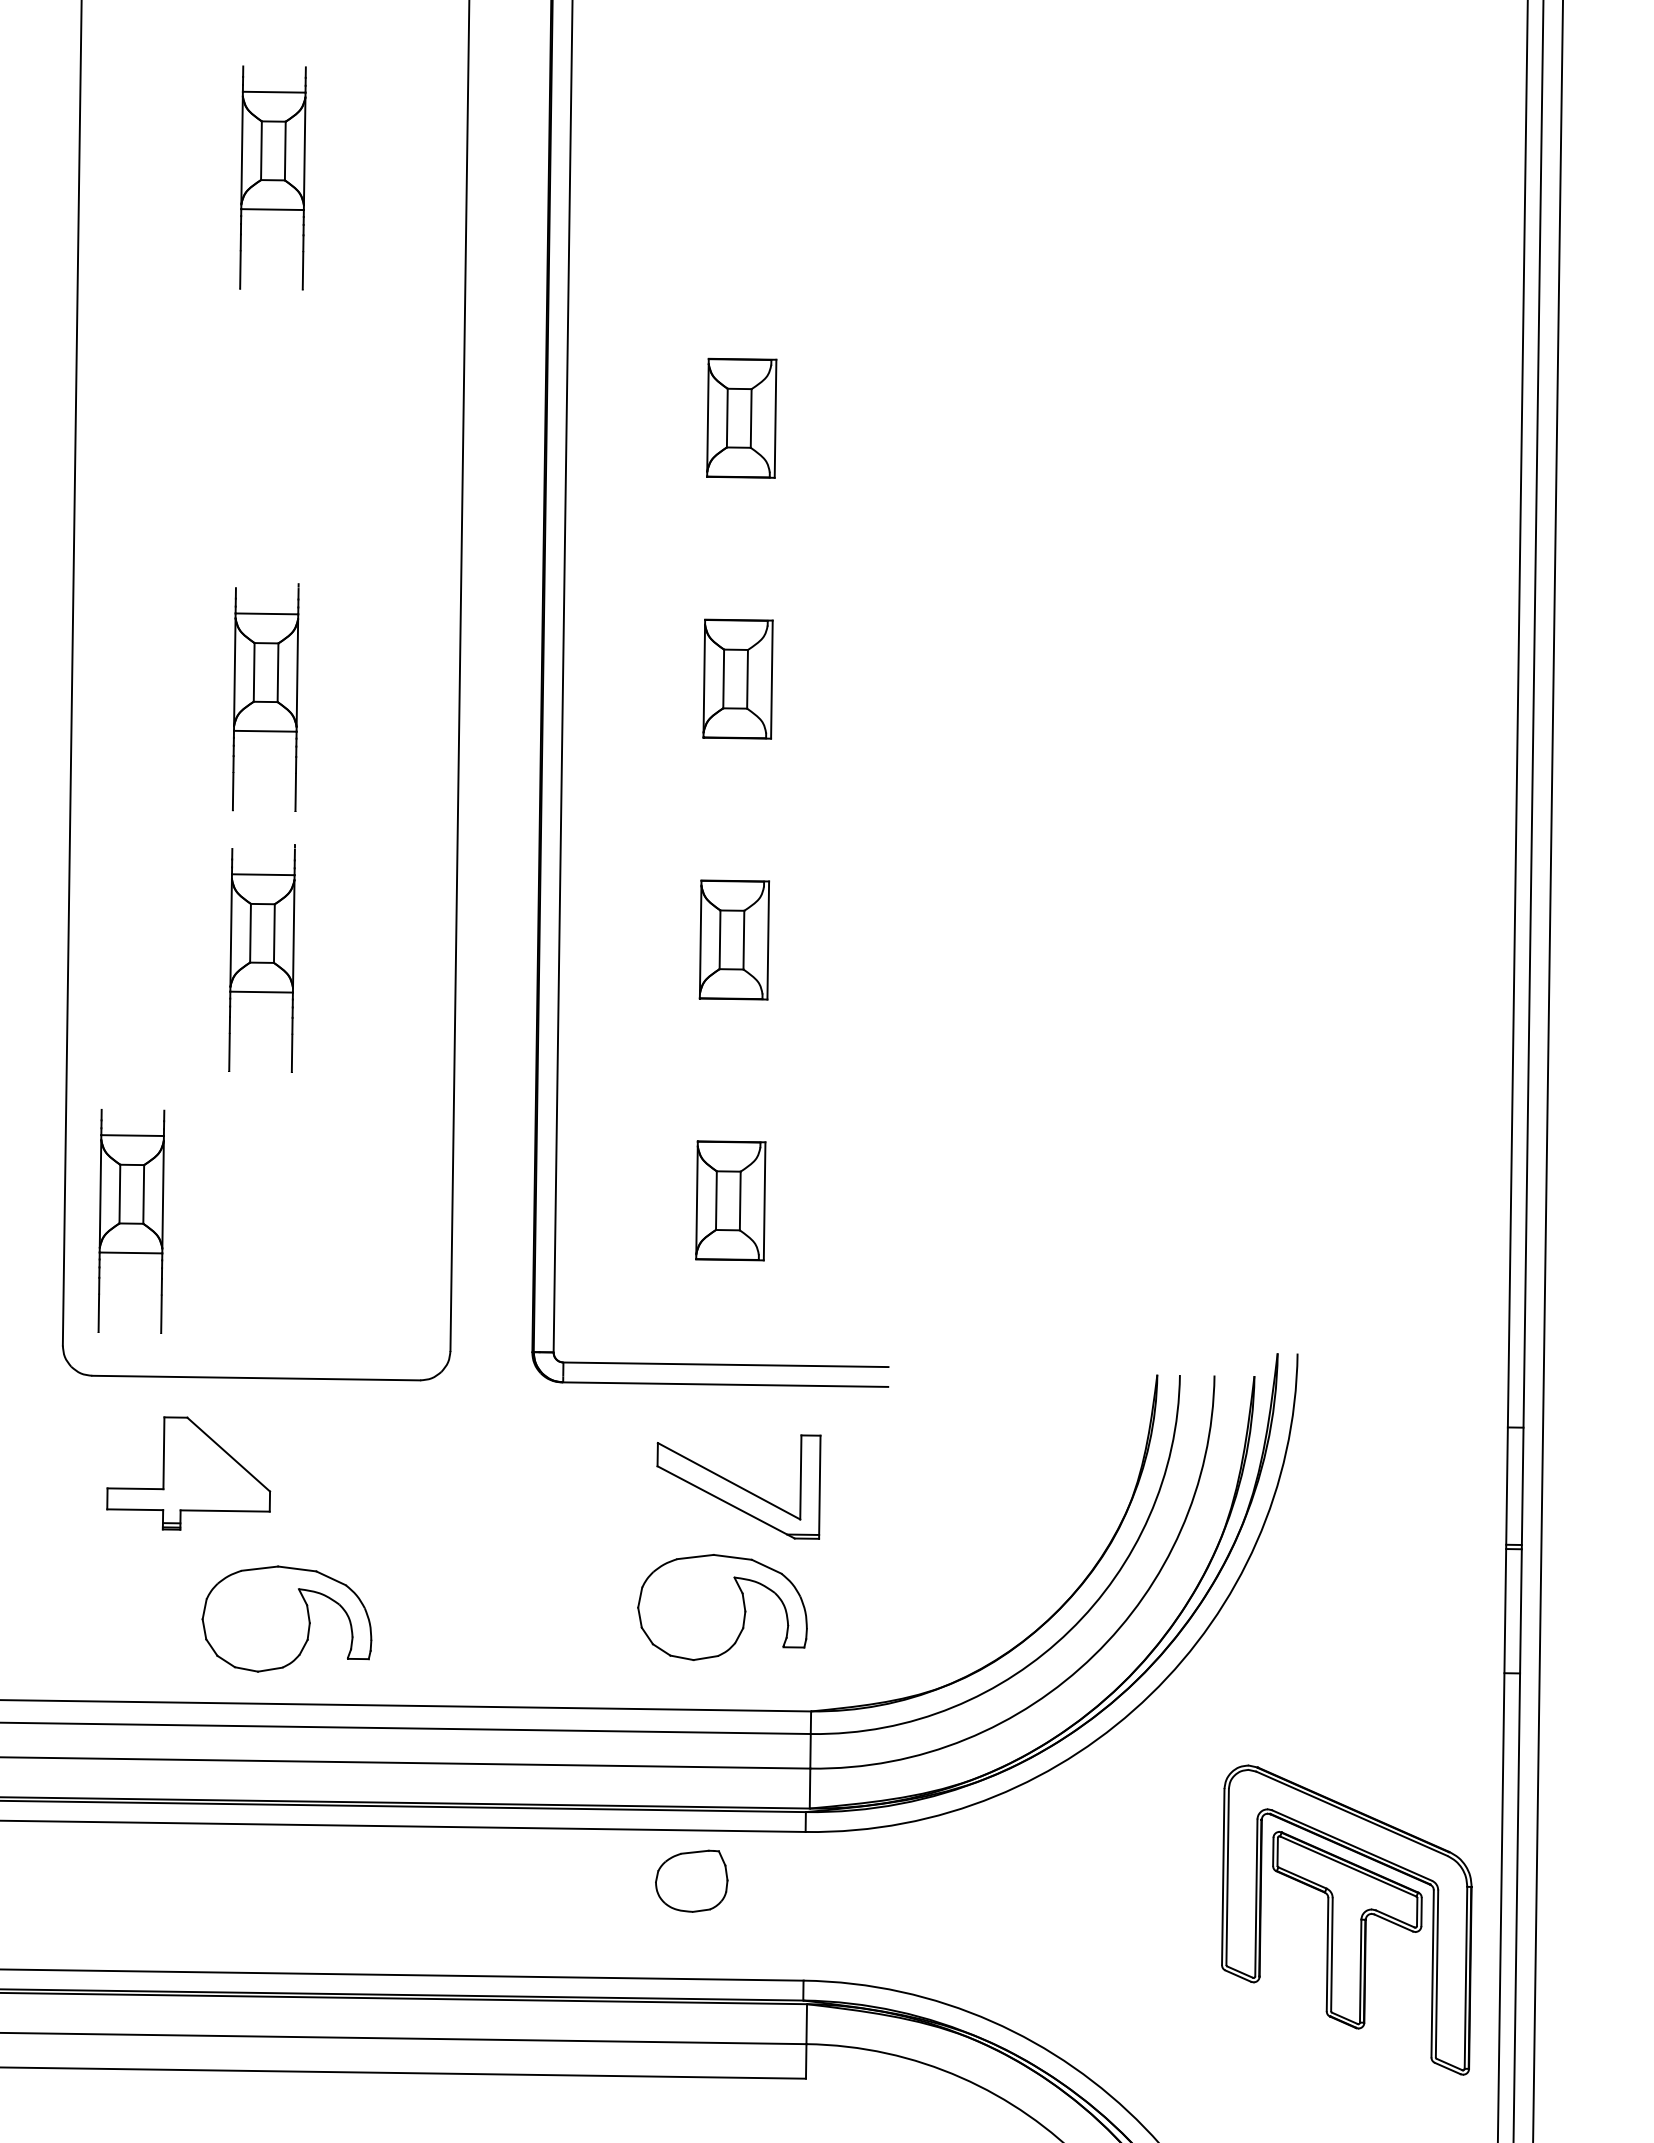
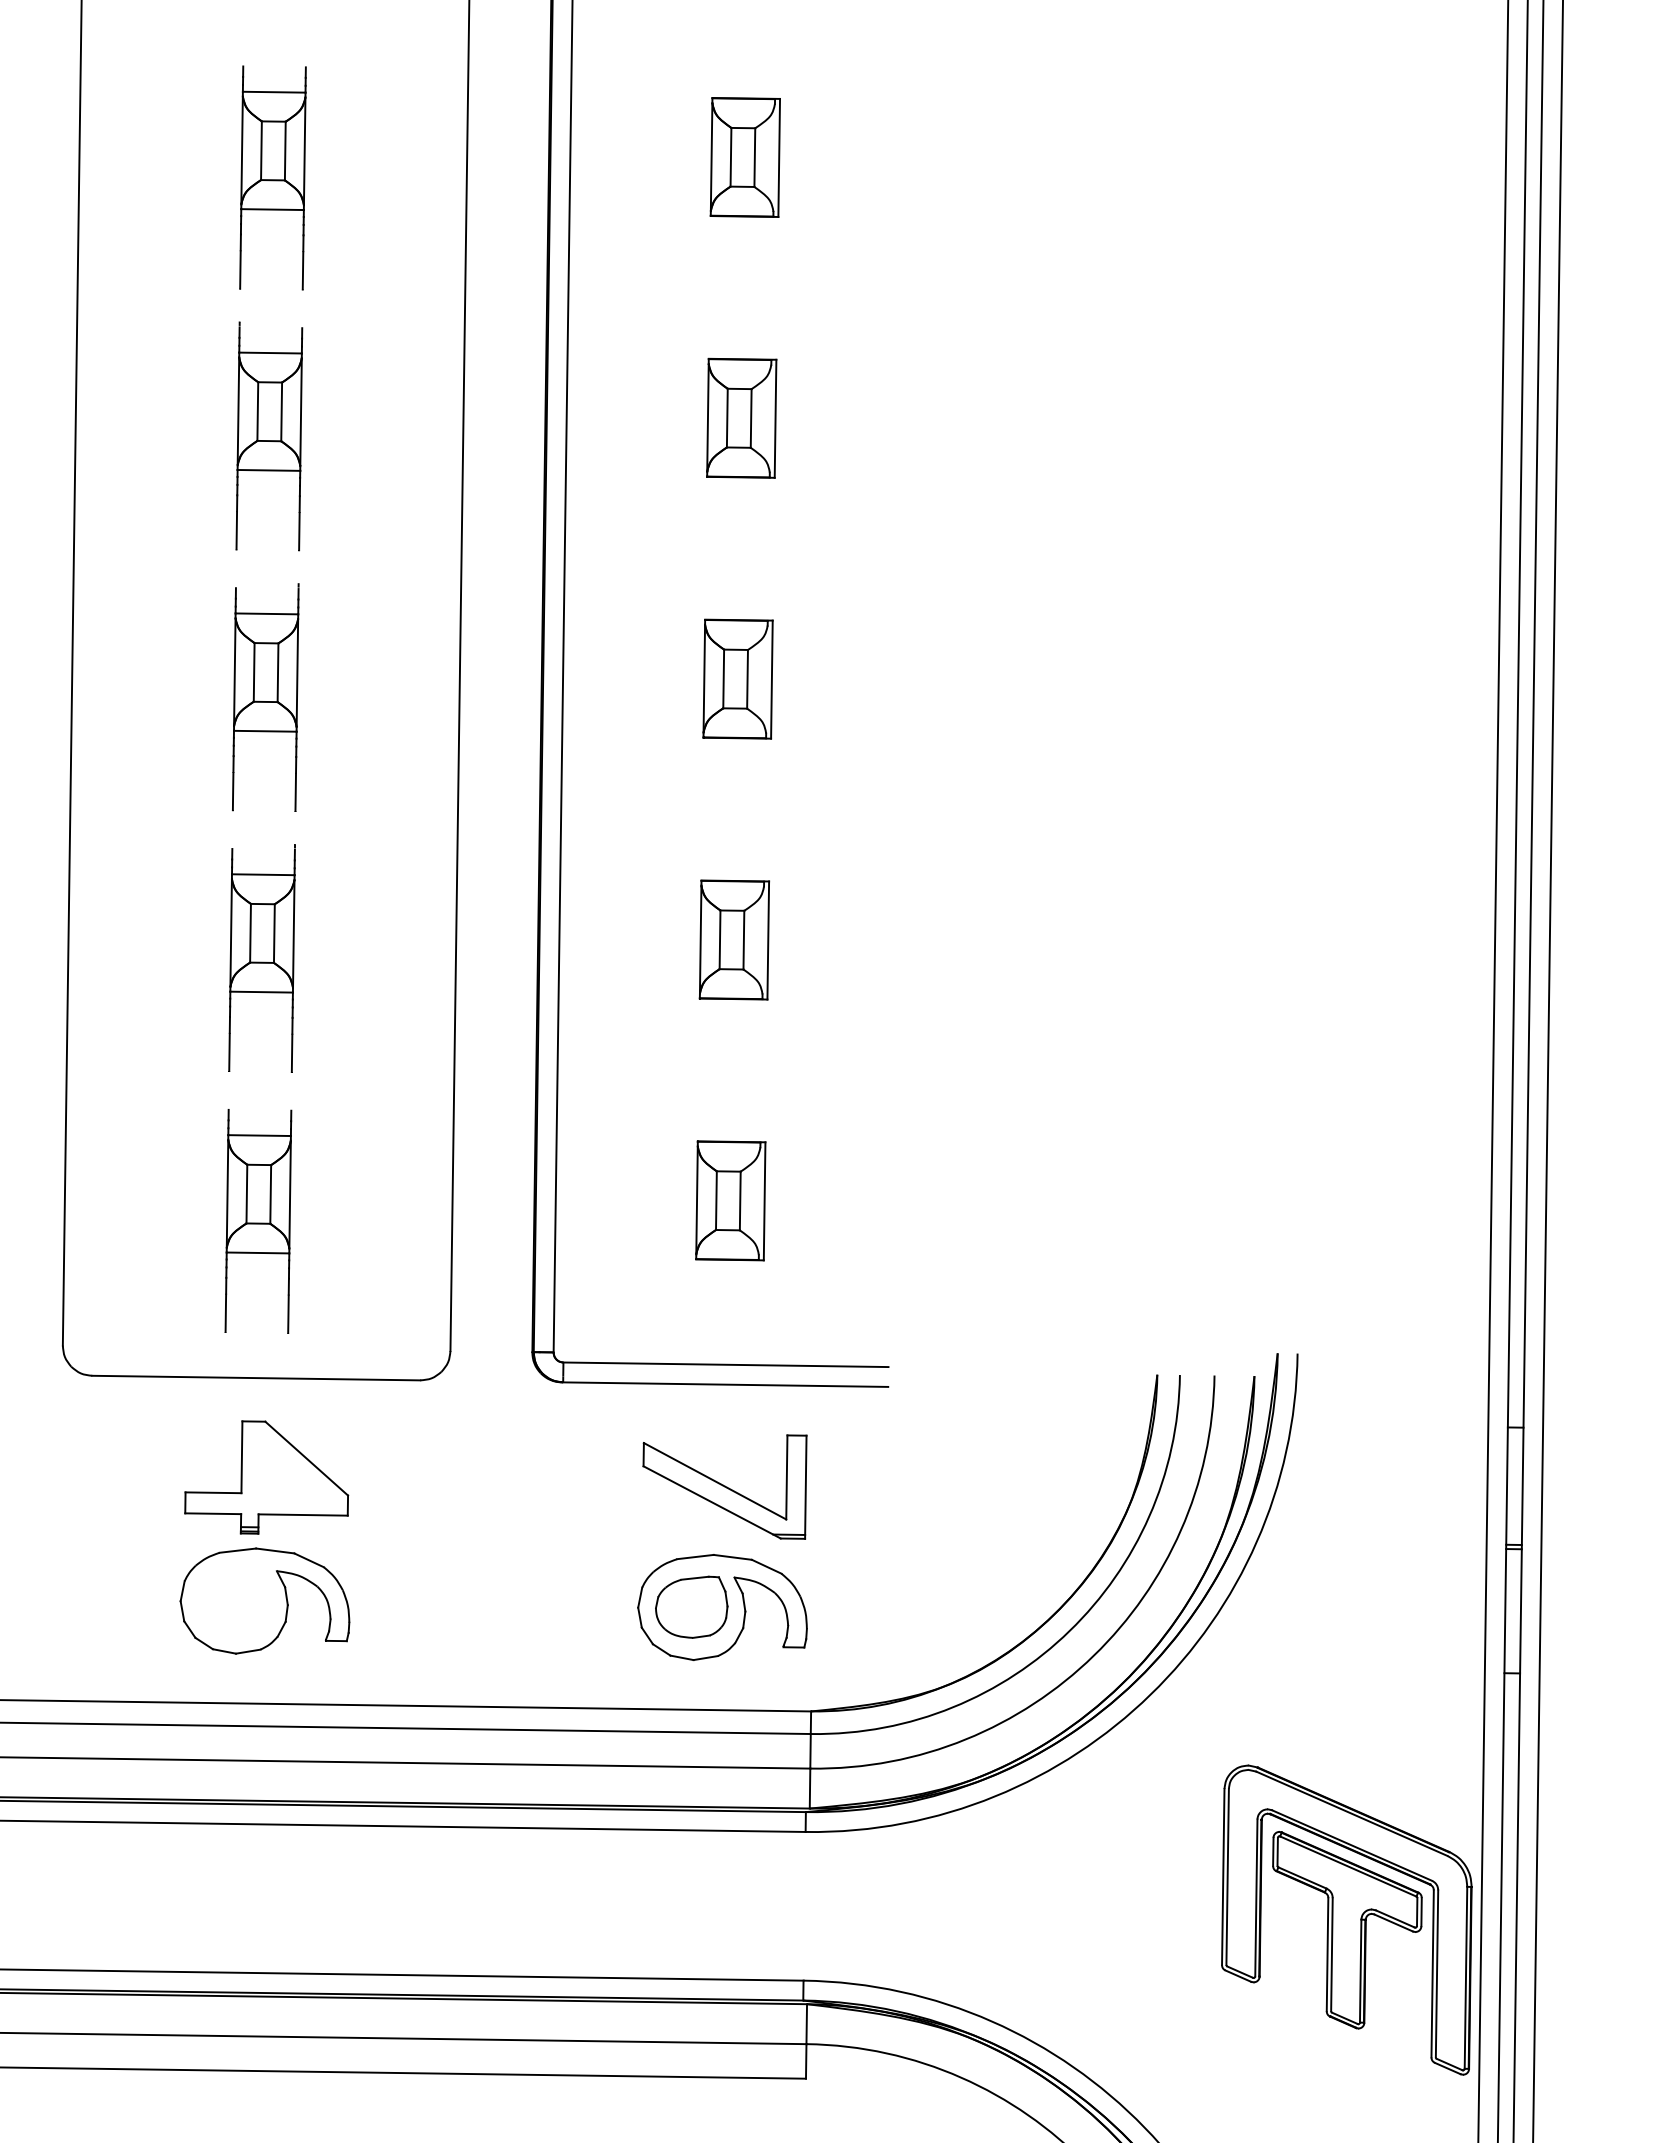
part at (744, 157): none -> present
part at (269, 436): none -> present
line at (1493, 1070): none -> present
part at (131, 1221) position: (131, 1221) -> (258, 1221)
part at (188, 1473) position: (188, 1473) -> (266, 1477)
part at (738, 1486) position: (738, 1486) -> (724, 1486)
part at (286, 1618) position: (286, 1618) -> (264, 1600)
part at (691, 1880) position: (691, 1880) -> (691, 1606)
